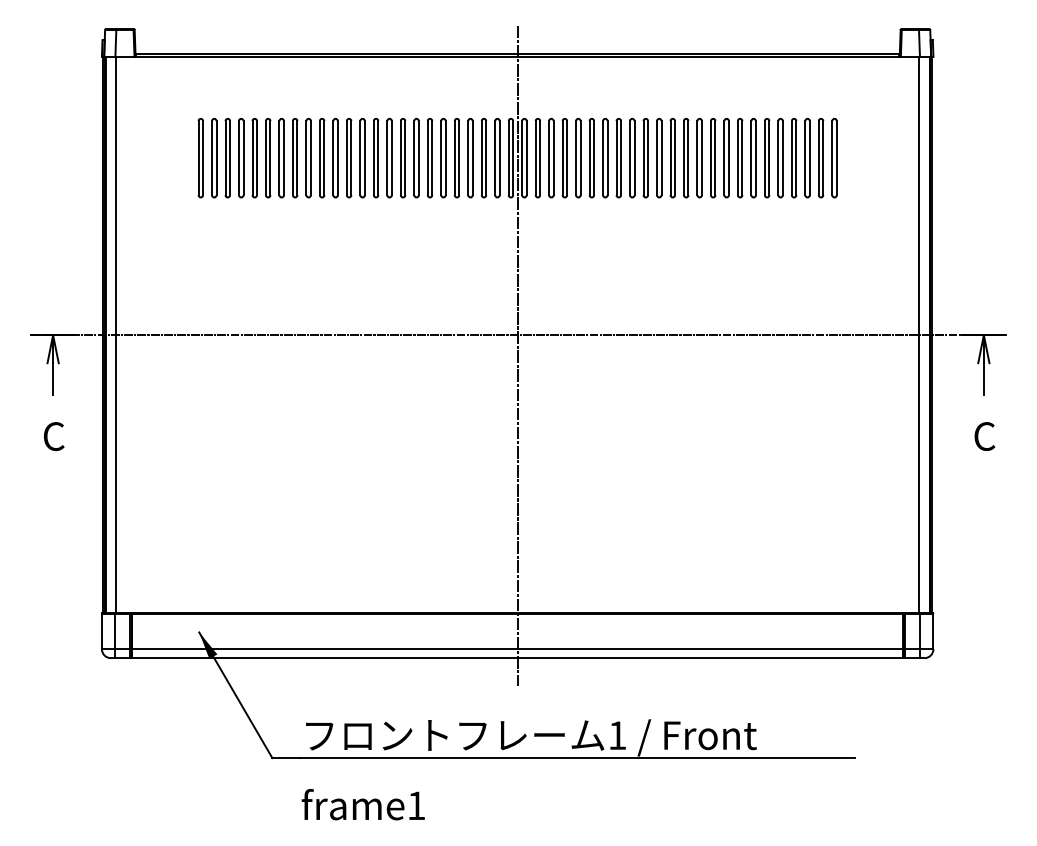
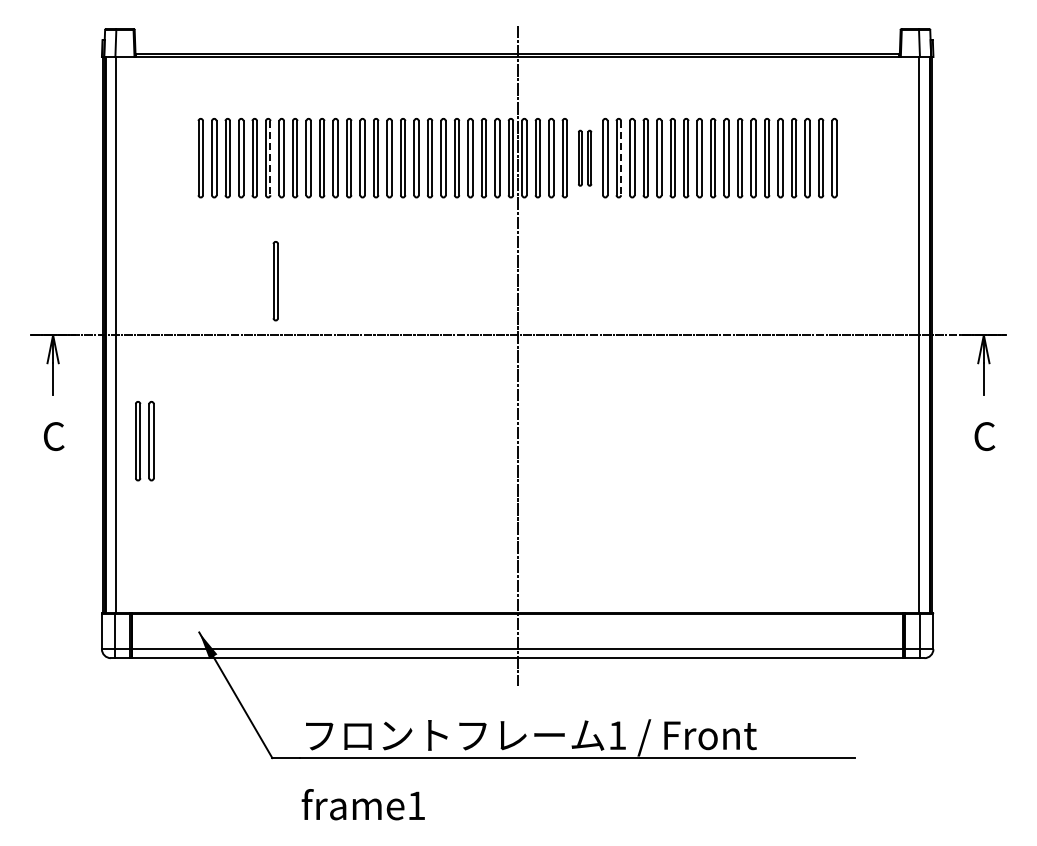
line at (270, 158): solid -> dashed
part at (584, 158) size: 20x81 px -> 15x58 px
line at (621, 158): solid -> dashed
part at (275, 281): none -> present
part at (144, 441): none -> present
